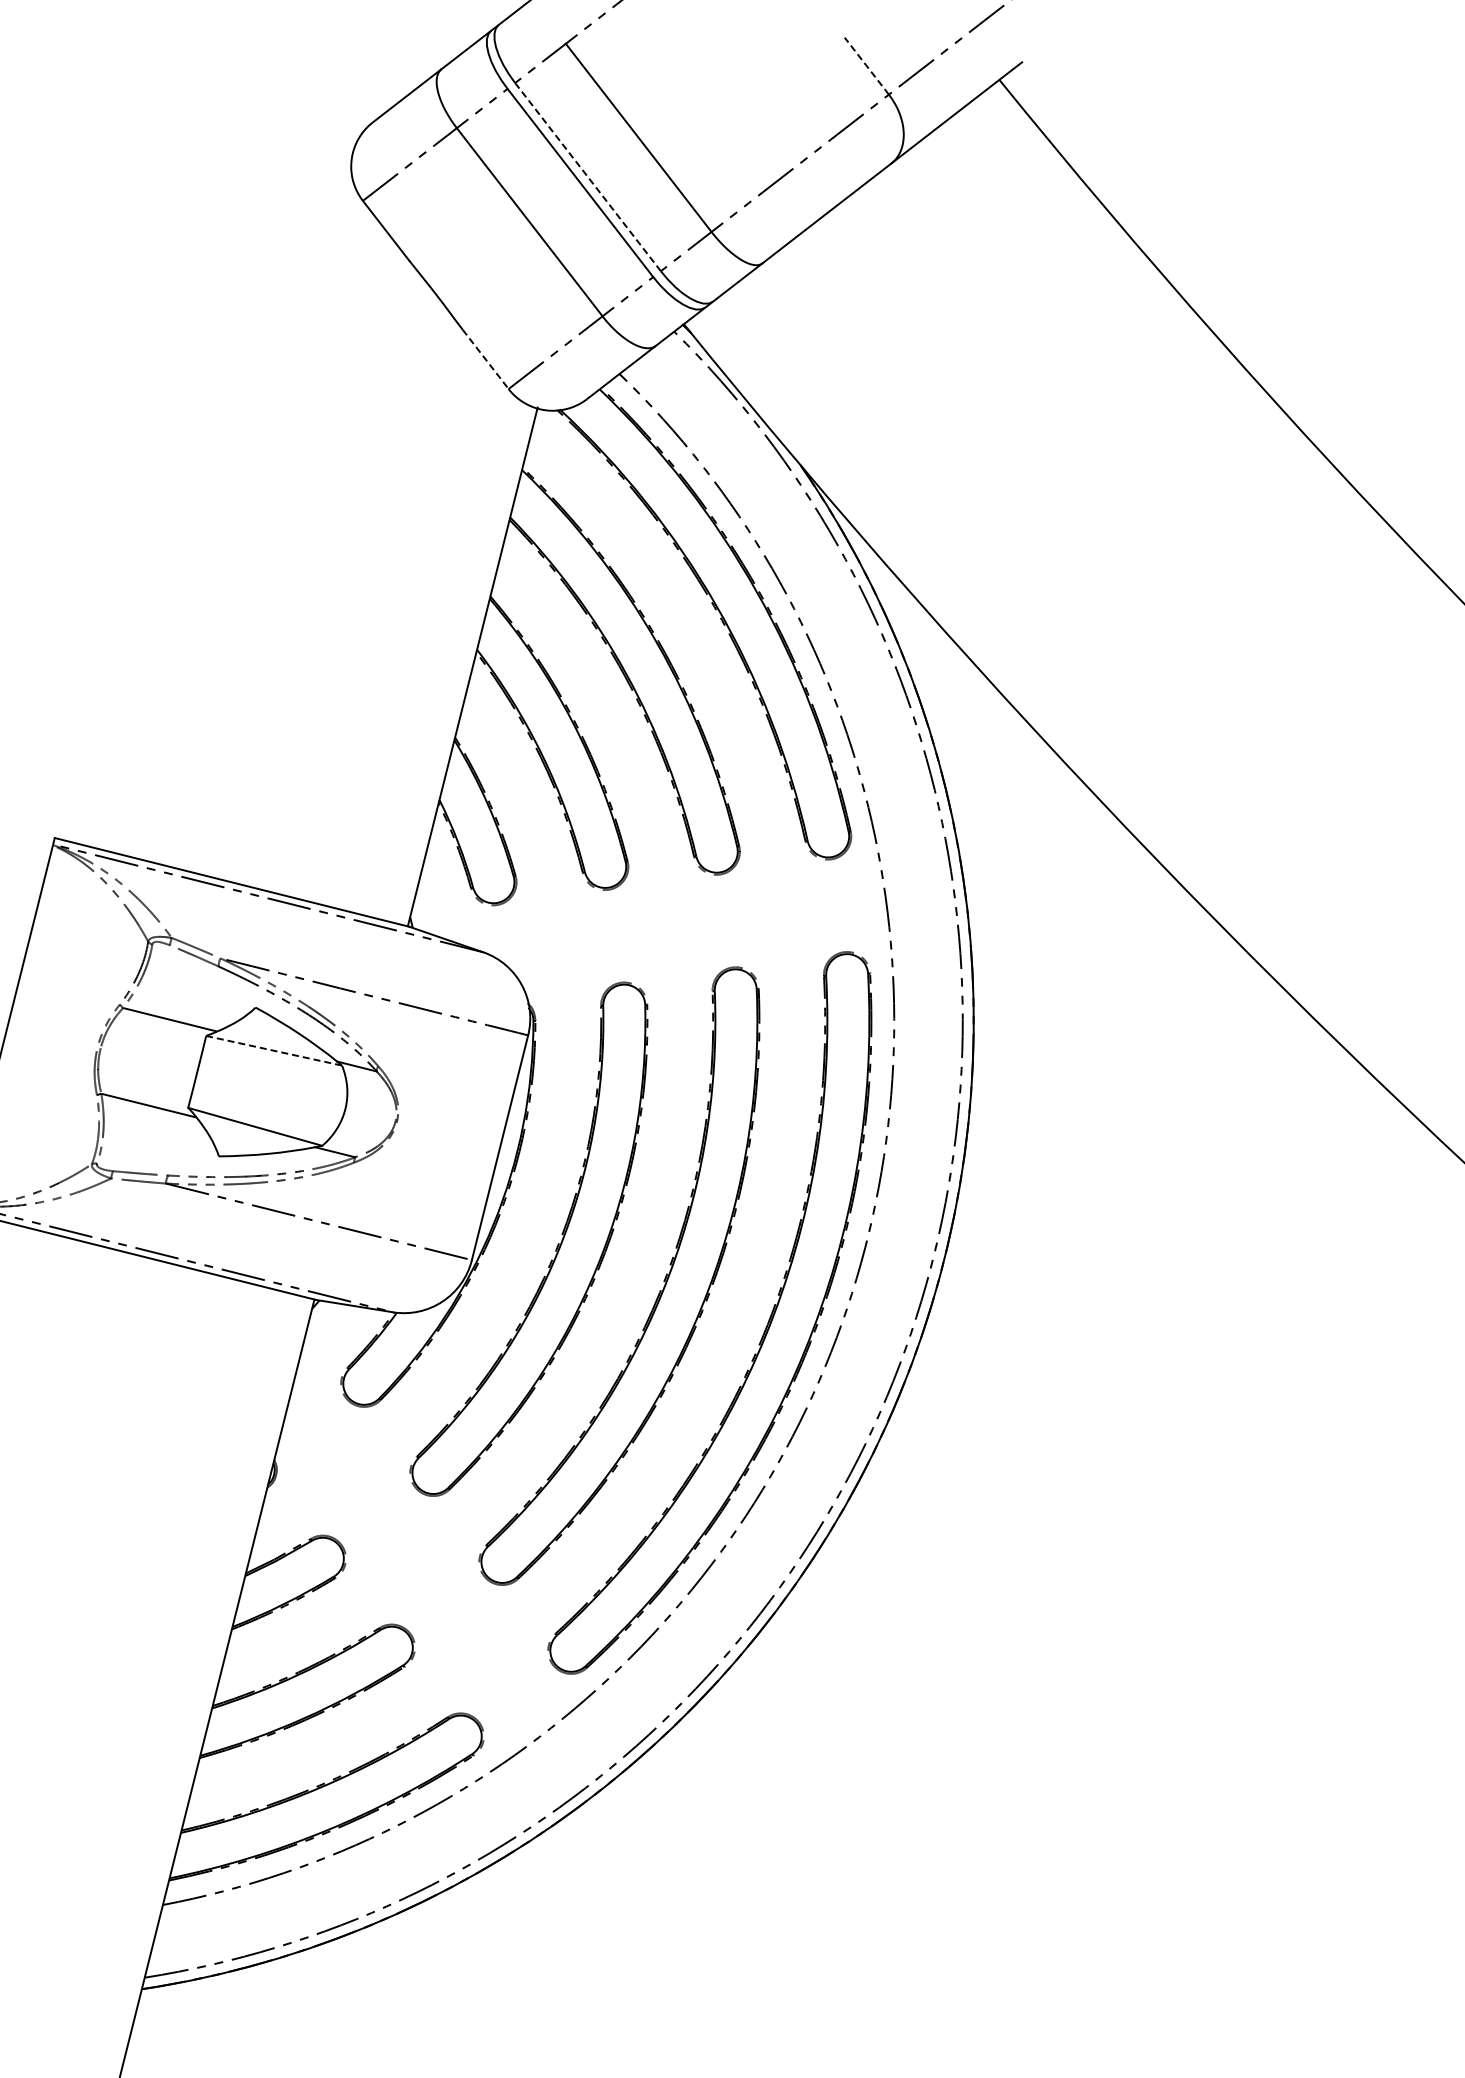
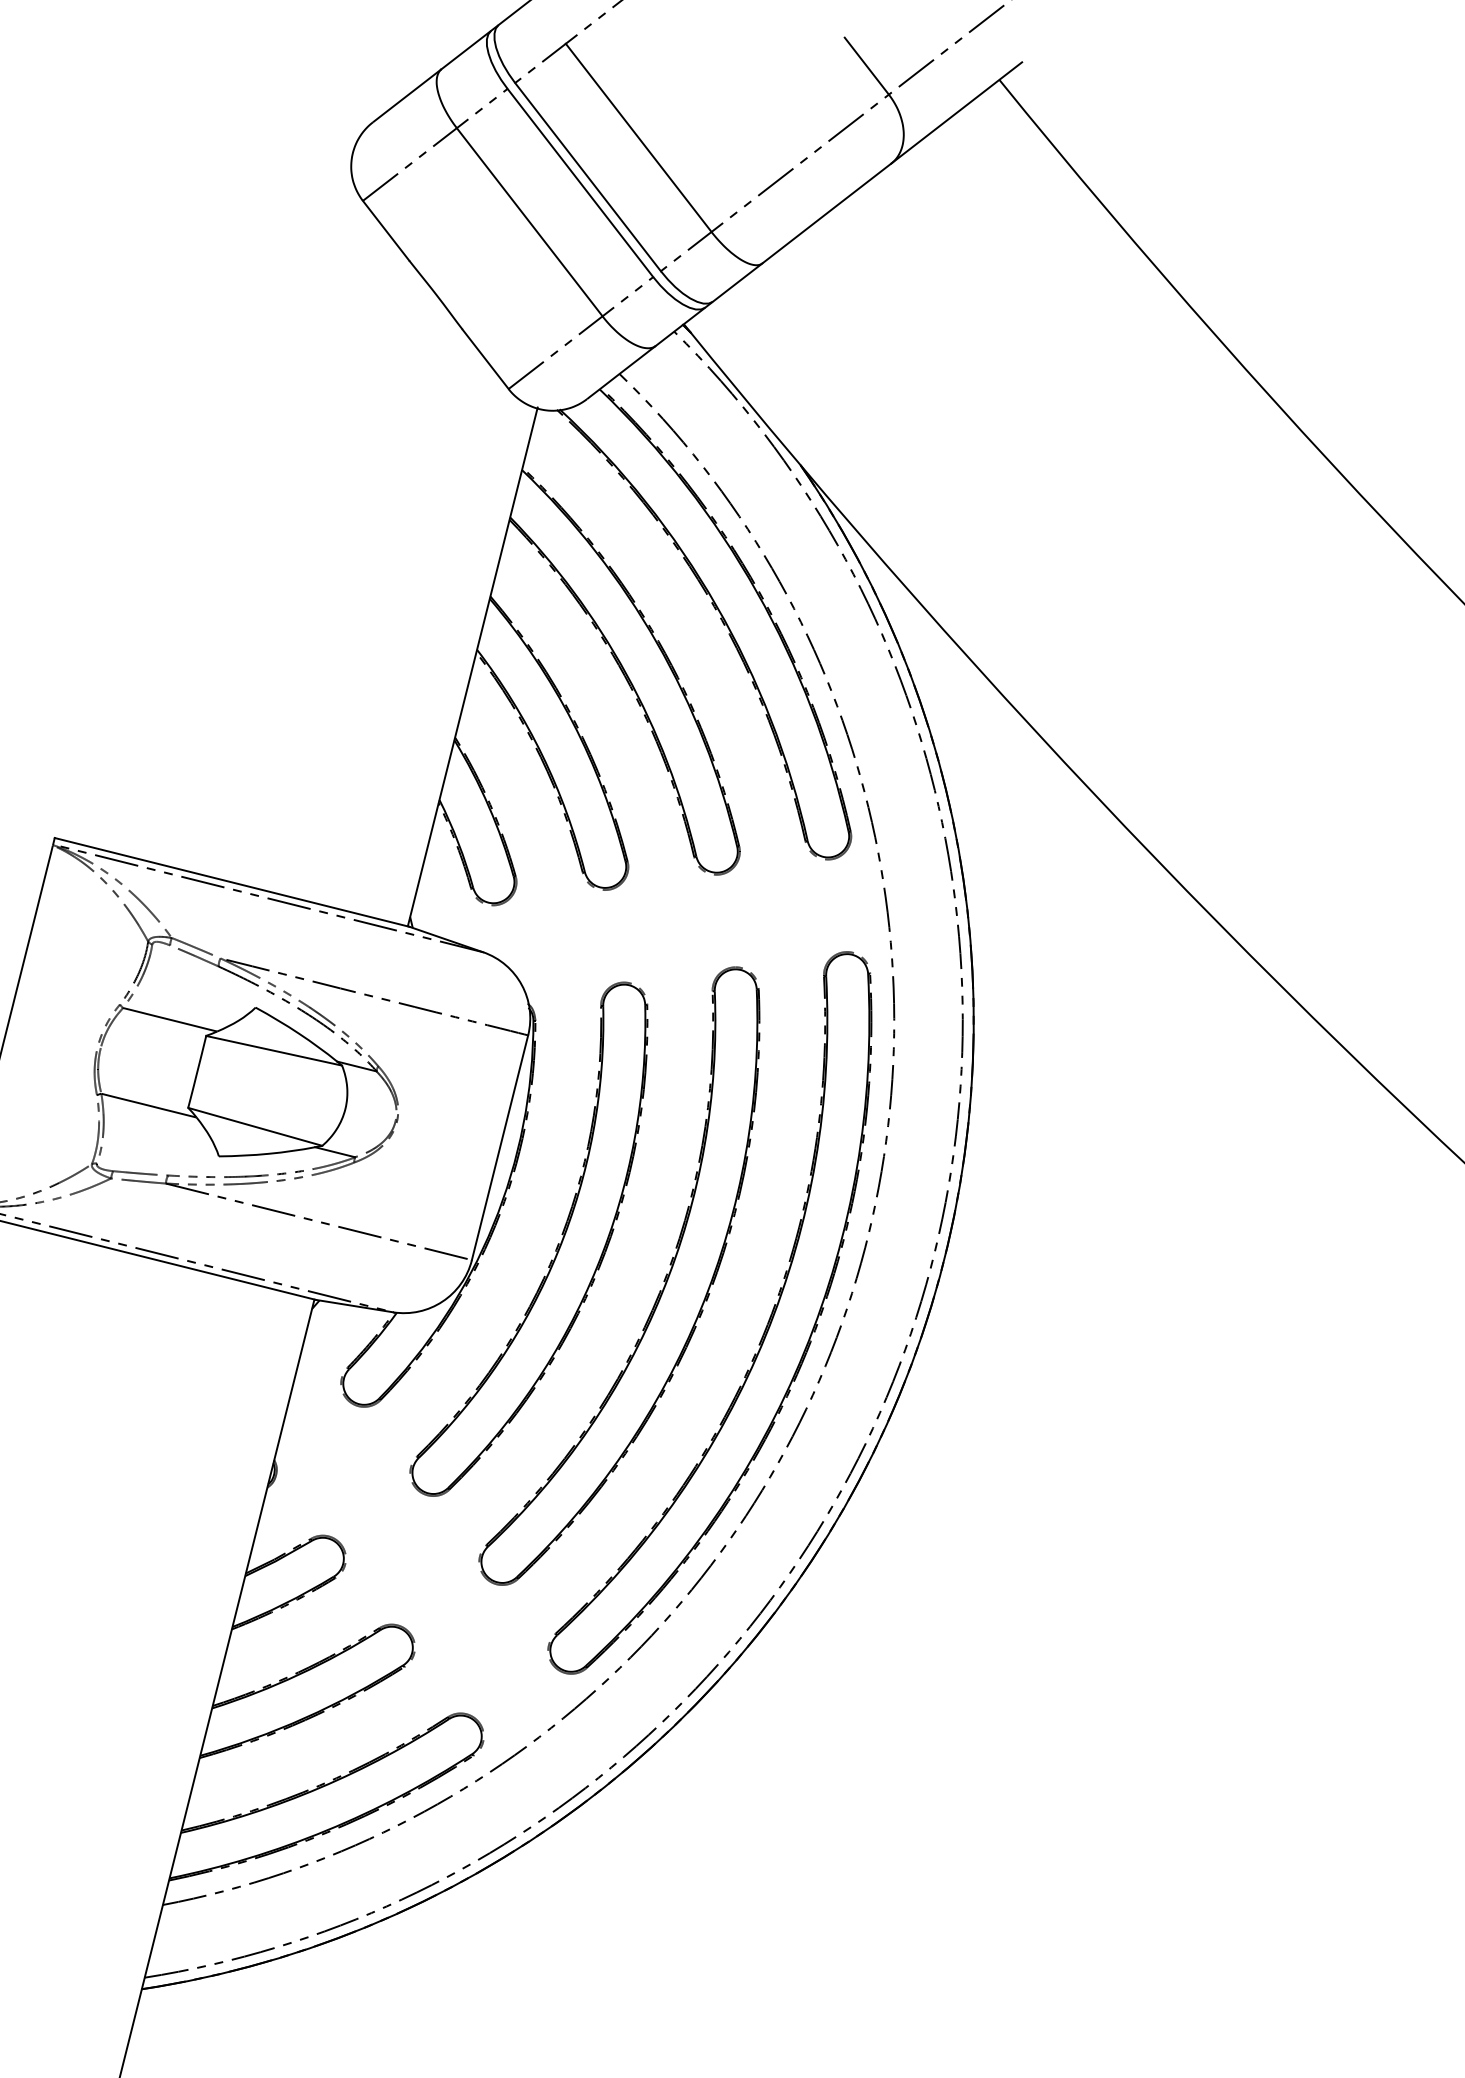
line at (866, 65): dashed -> solid
line at (587, 176): dashed -> solid
line at (485, 359): dashed -> solid
line at (274, 1050): dashed -> solid
